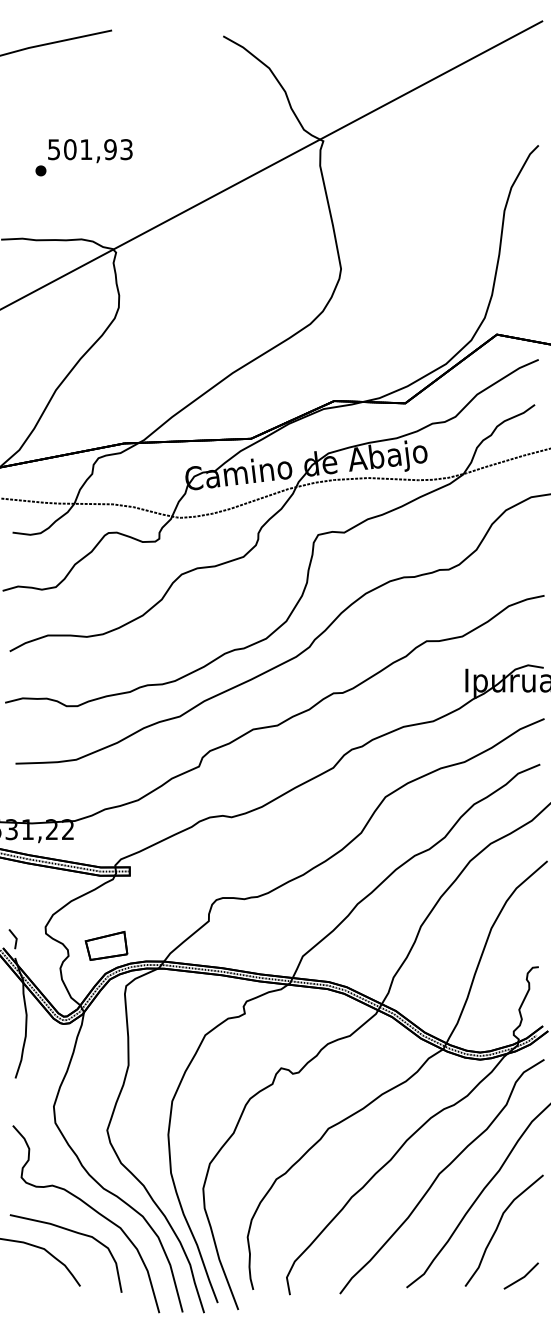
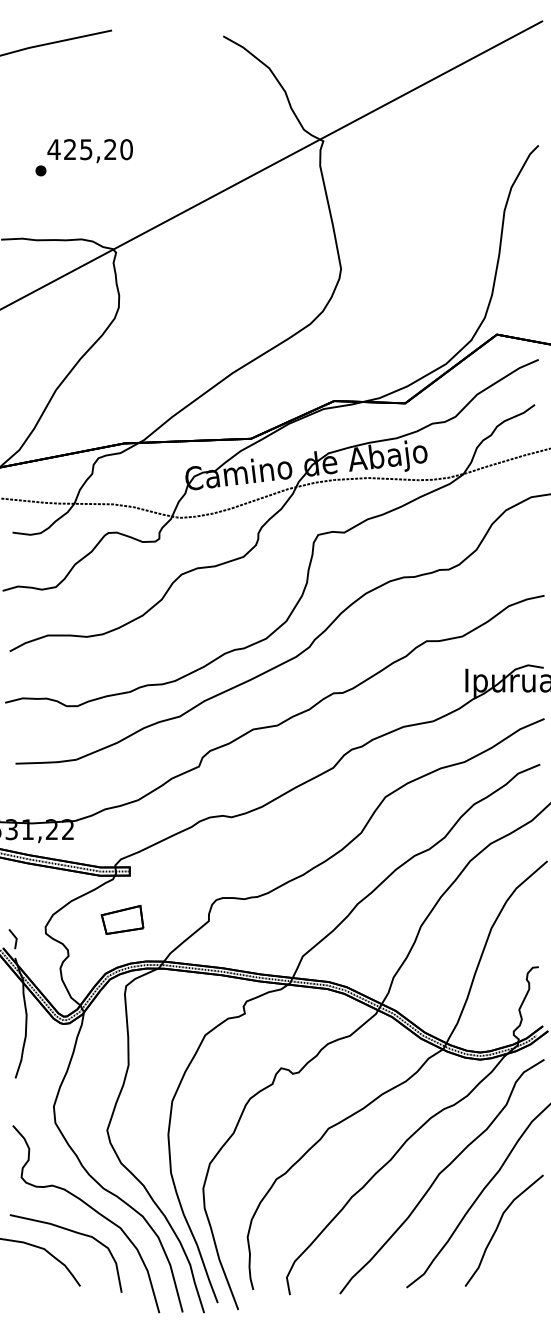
text at (89, 149): 501,93 -> 425,20
part at (106, 945) position: (106, 945) -> (122, 919)
part at (520, 1275): present -> none
